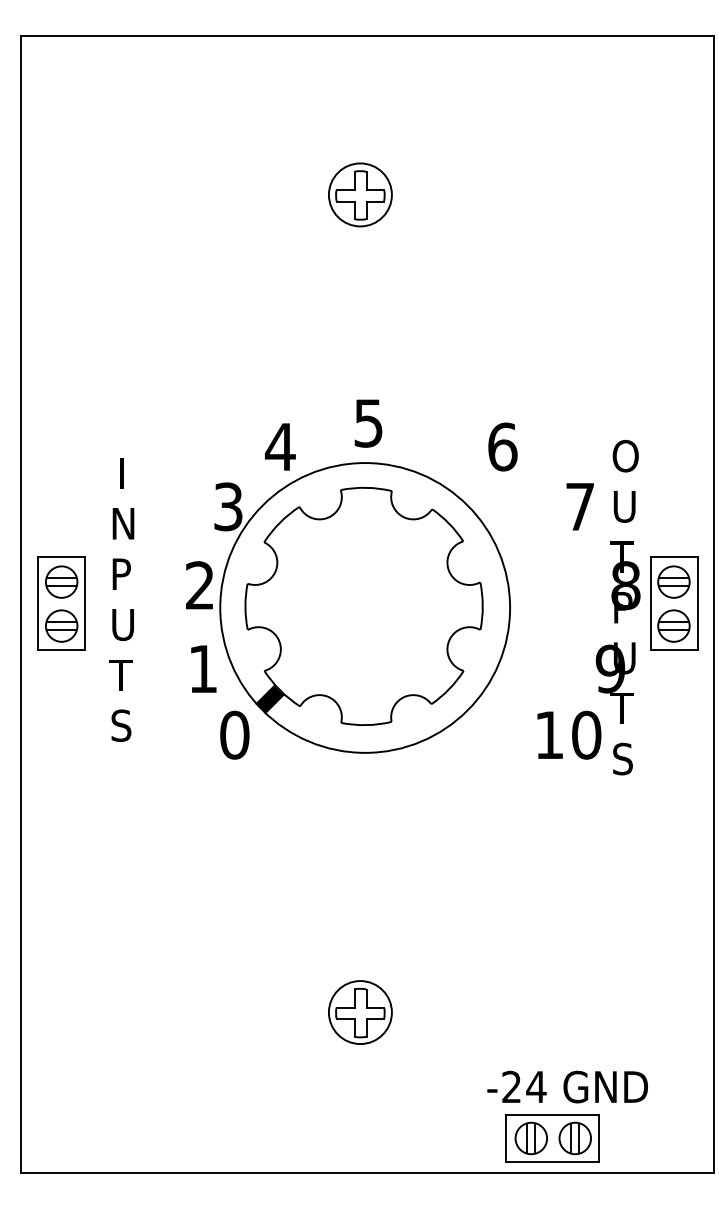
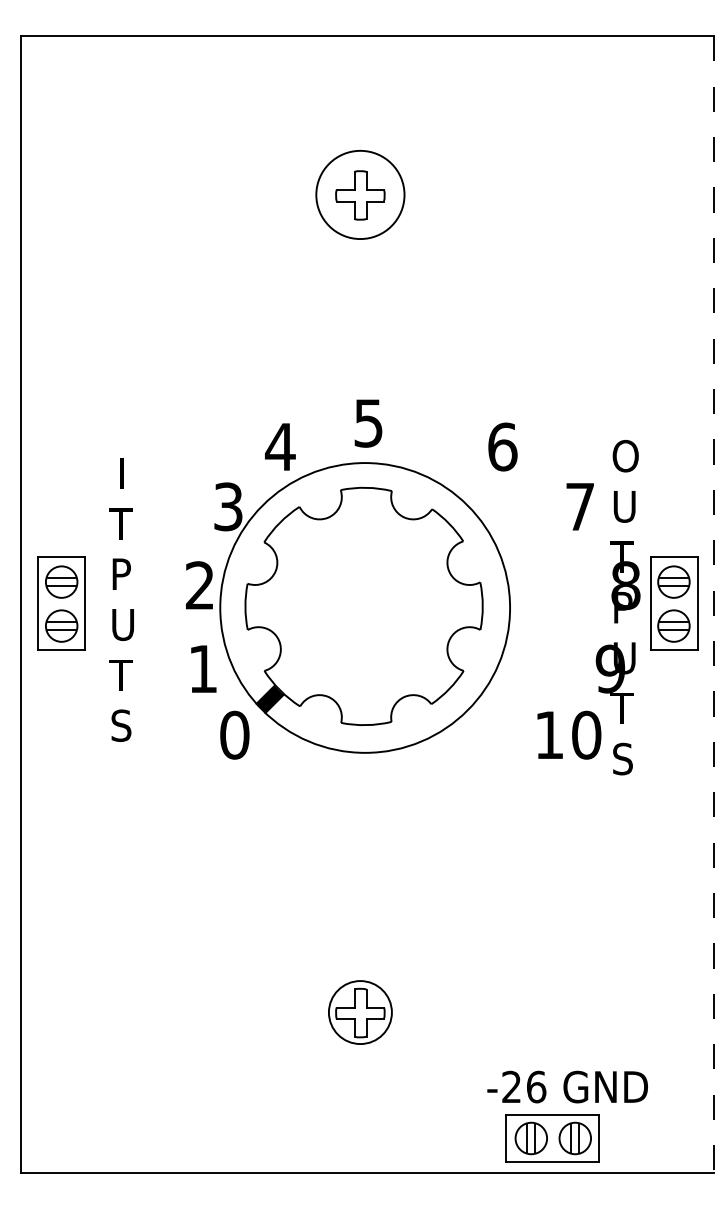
circle at (359, 194) diameter: 63 px -> 88 px
text at (121, 523): N -> T
line at (714, 604): solid -> dashed
text at (536, 1086): -24 -> -26
